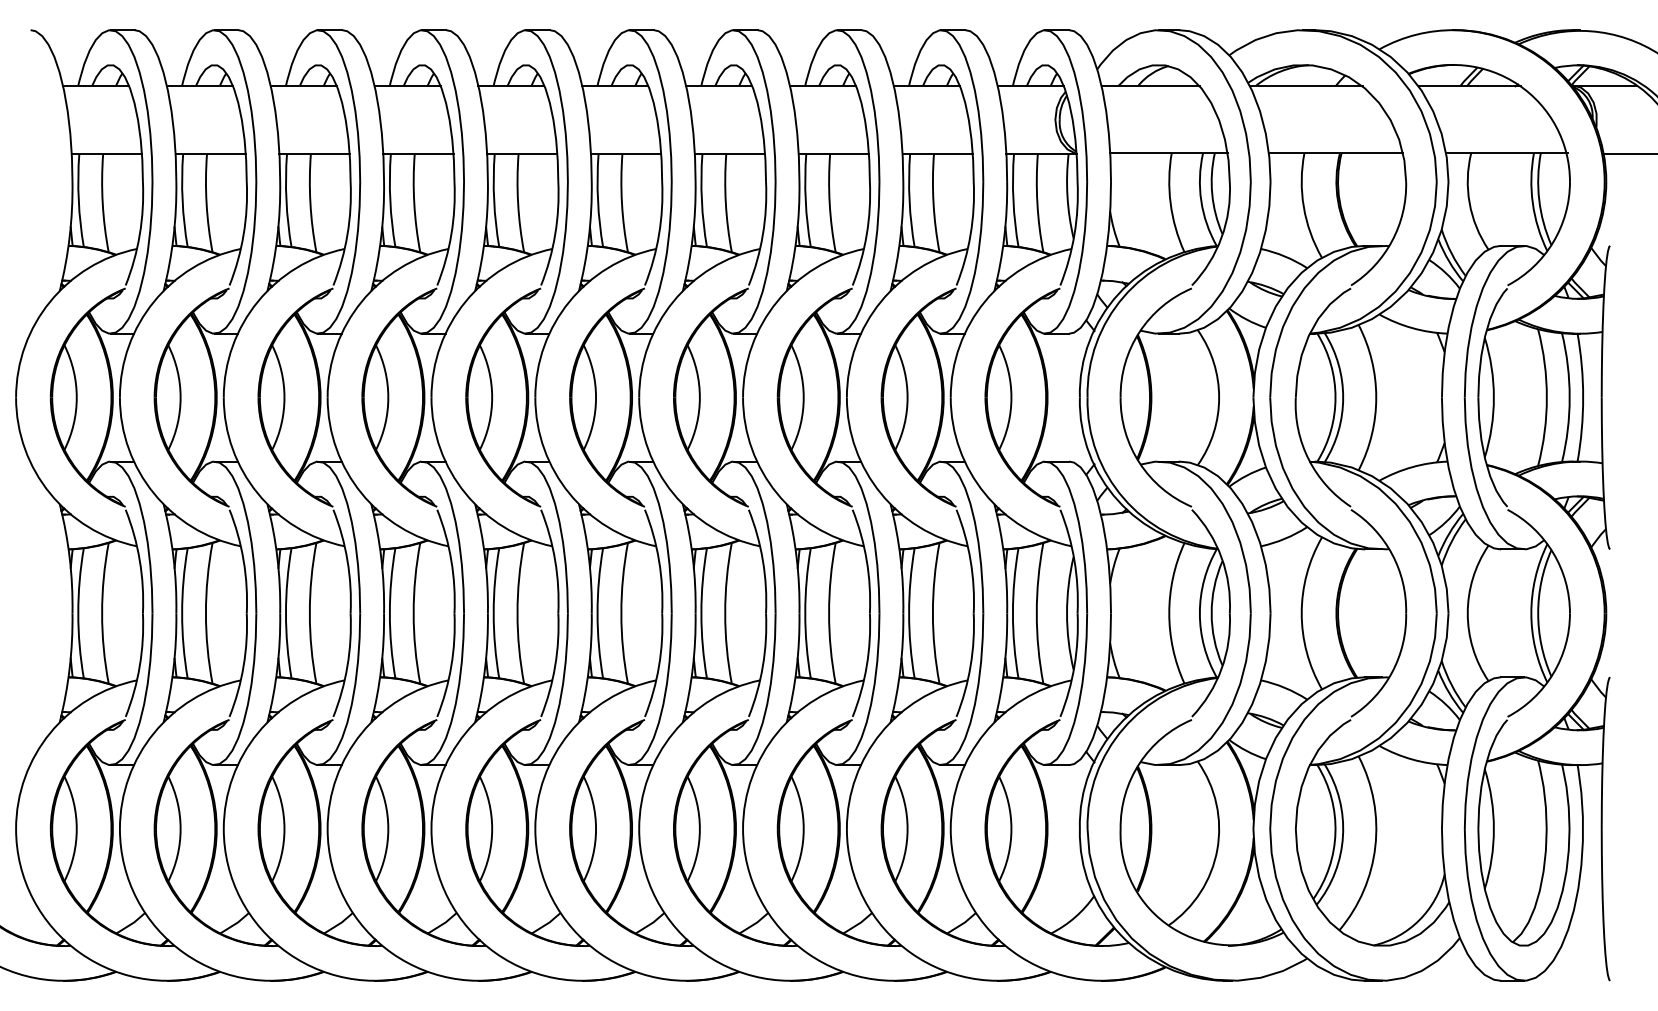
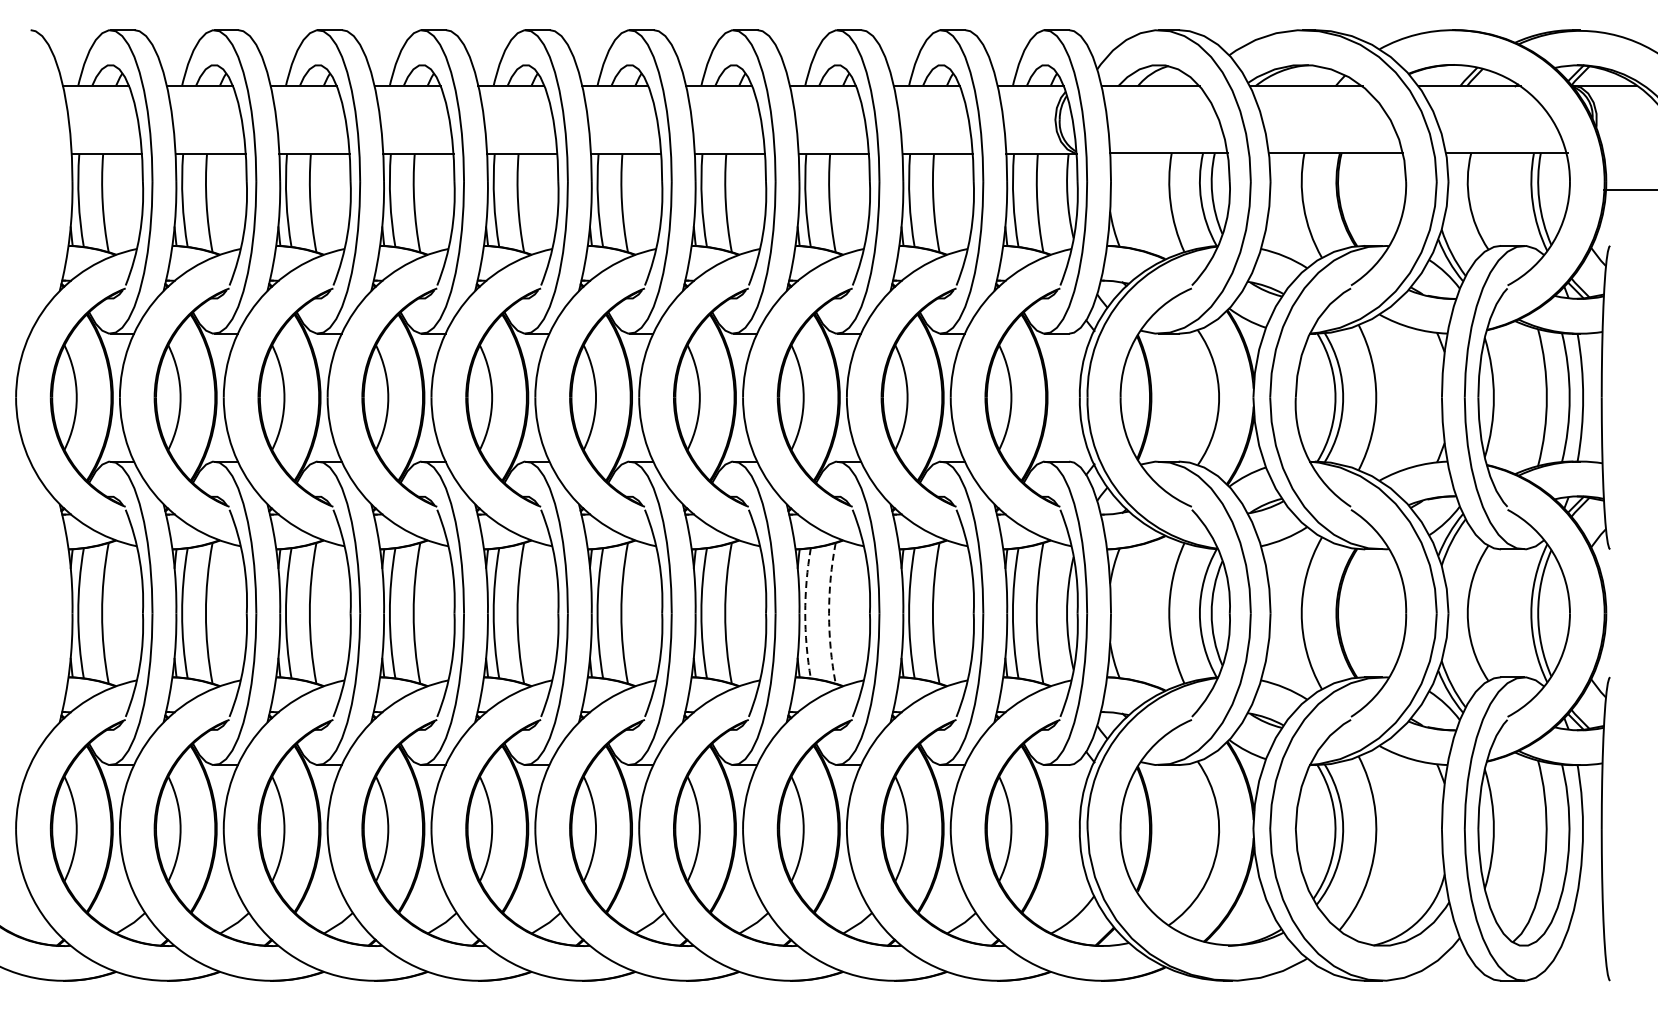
line at (1628, 154) position: (1628, 154) -> (1628, 190)
arc at (805, 613): solid -> dashed
arc at (829, 613): solid -> dashed
